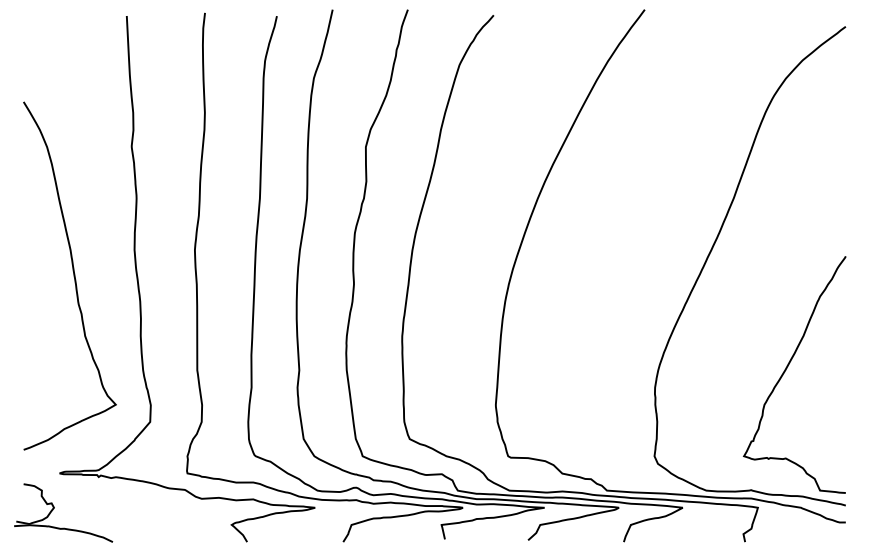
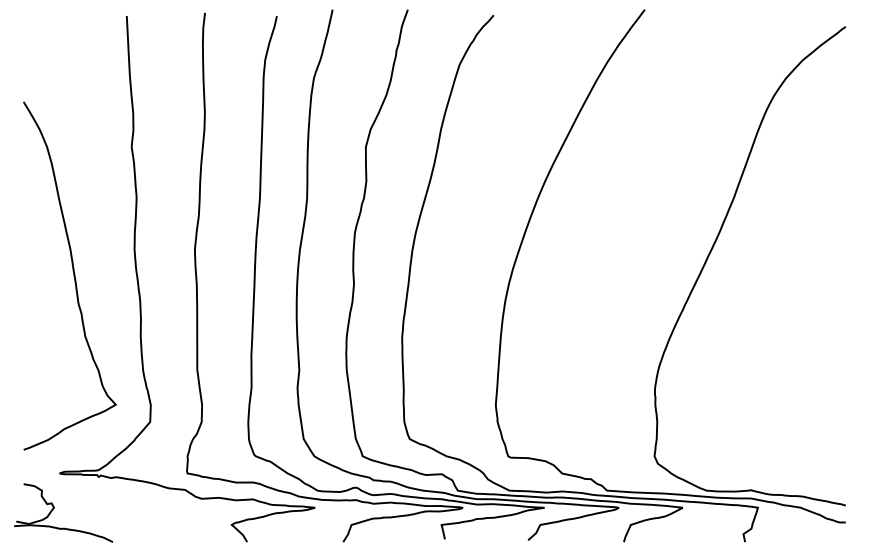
curve at (786, 370): present -> none
